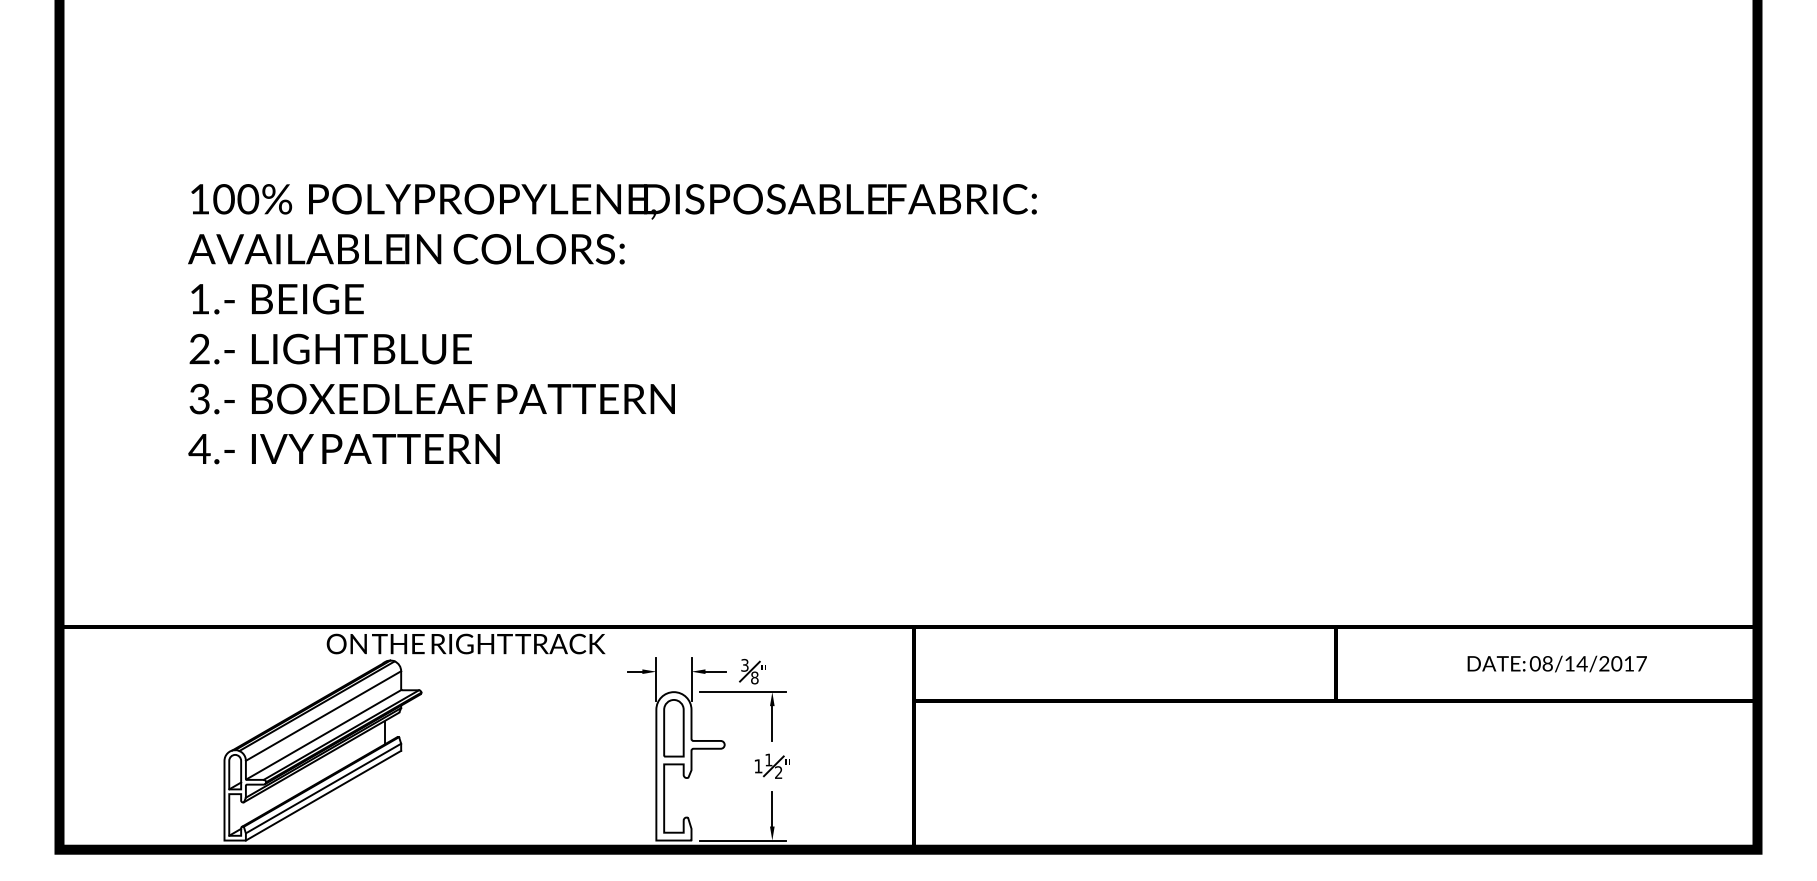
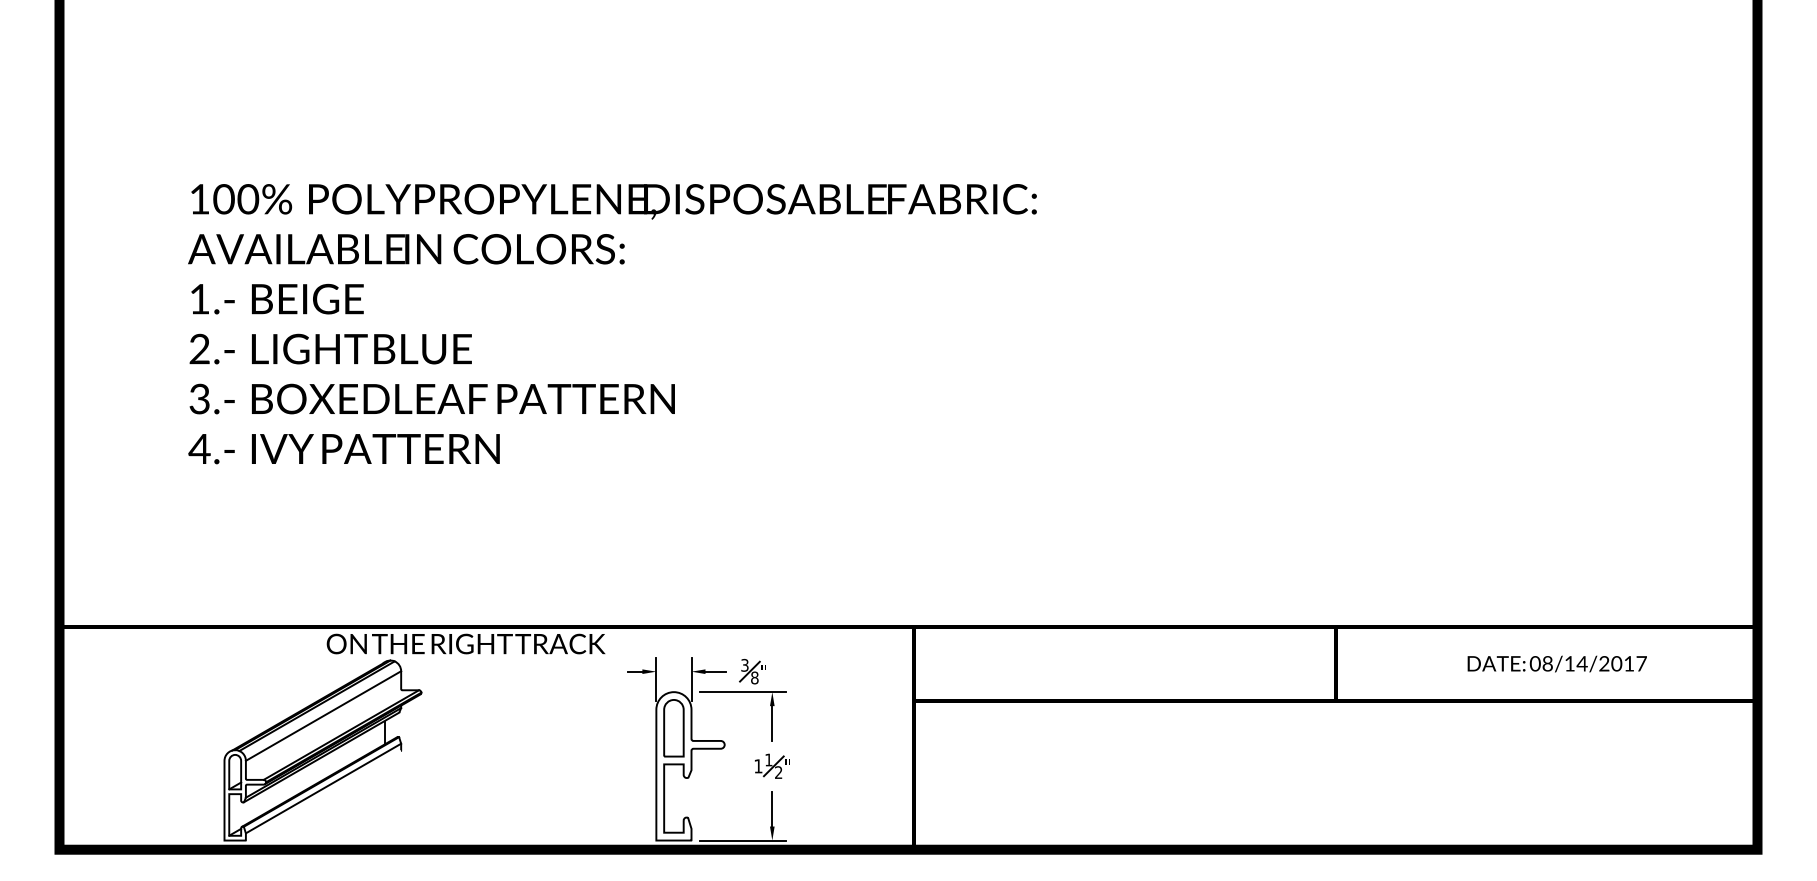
line at (323, 734): present -> none
line at (323, 795): present -> none
